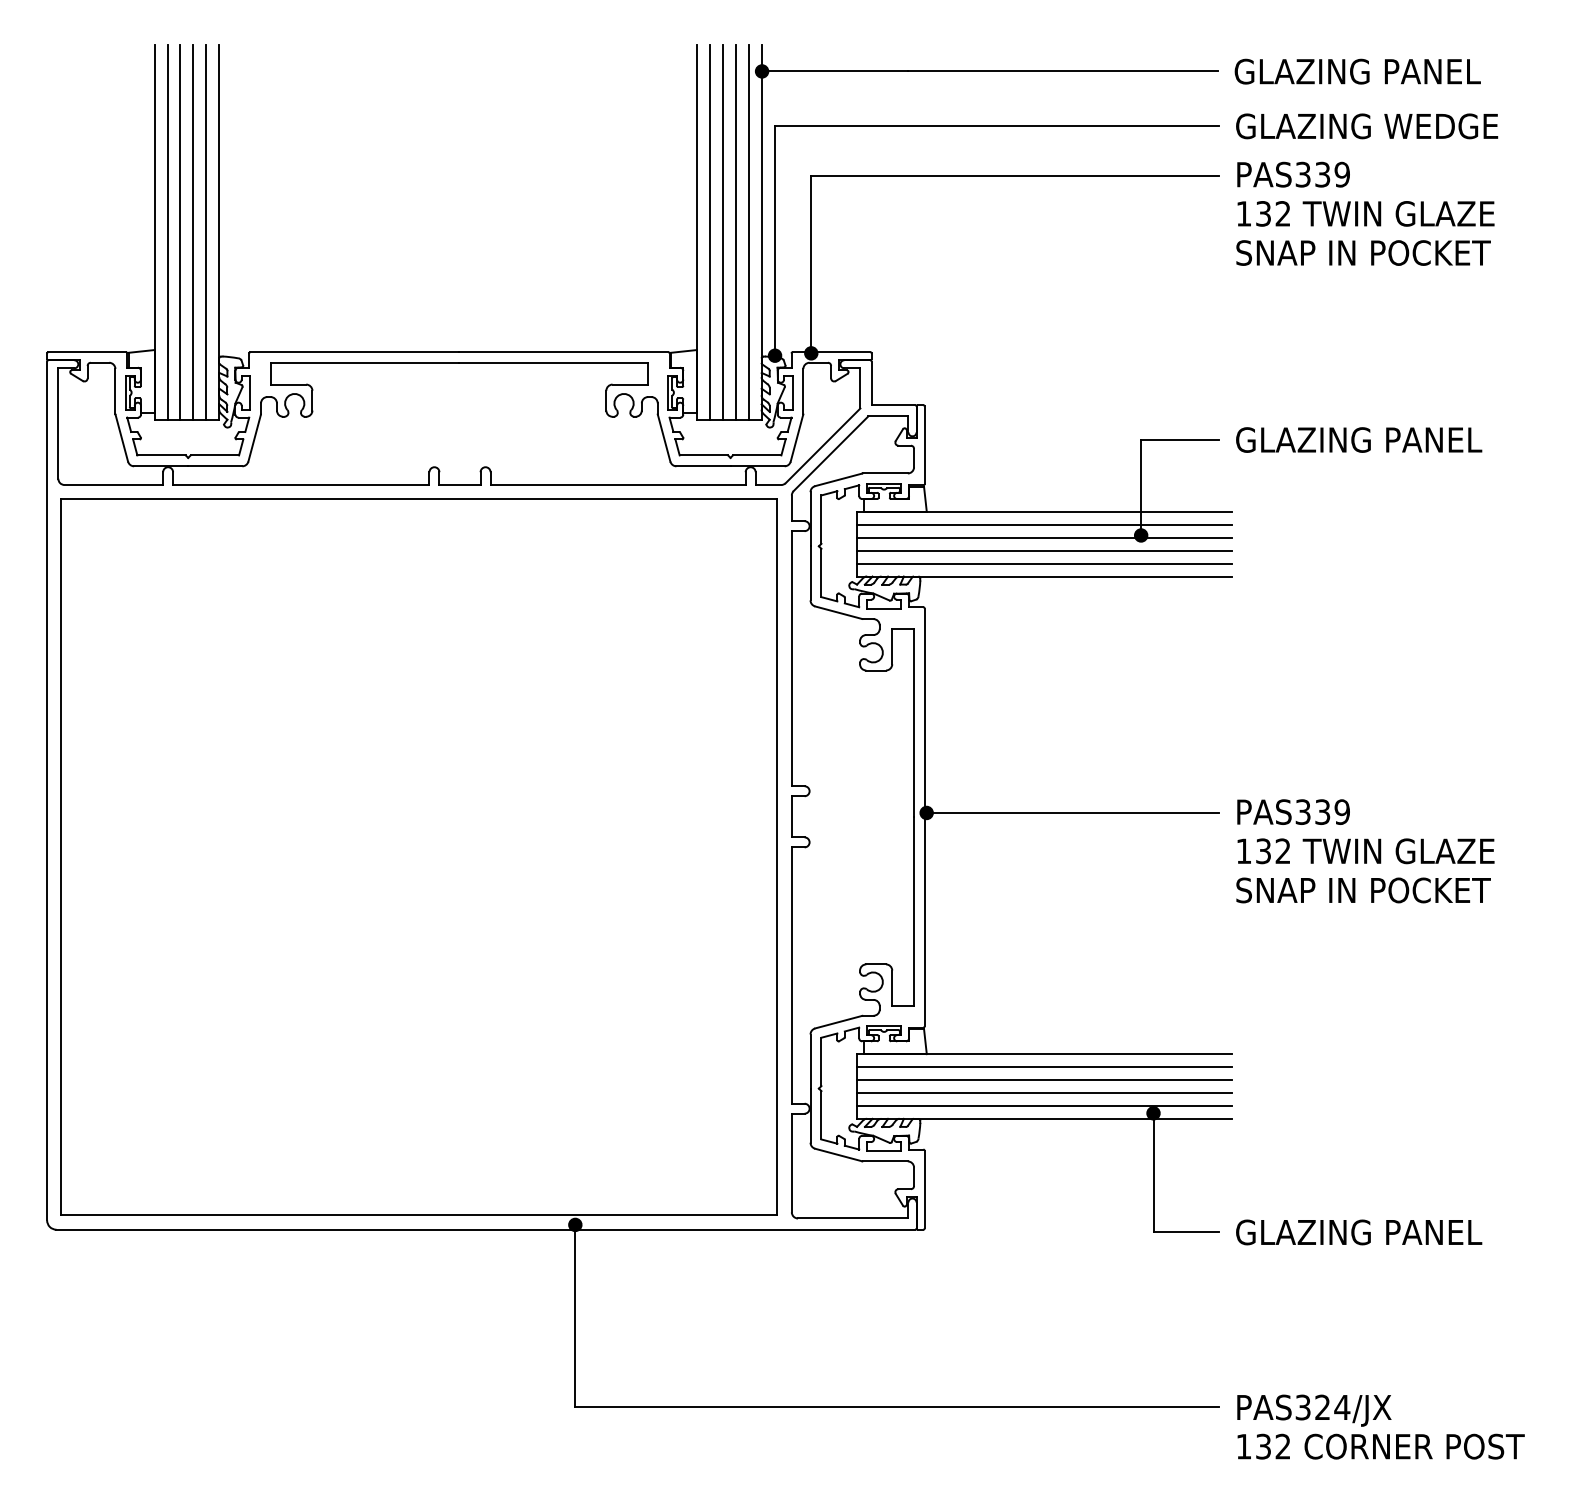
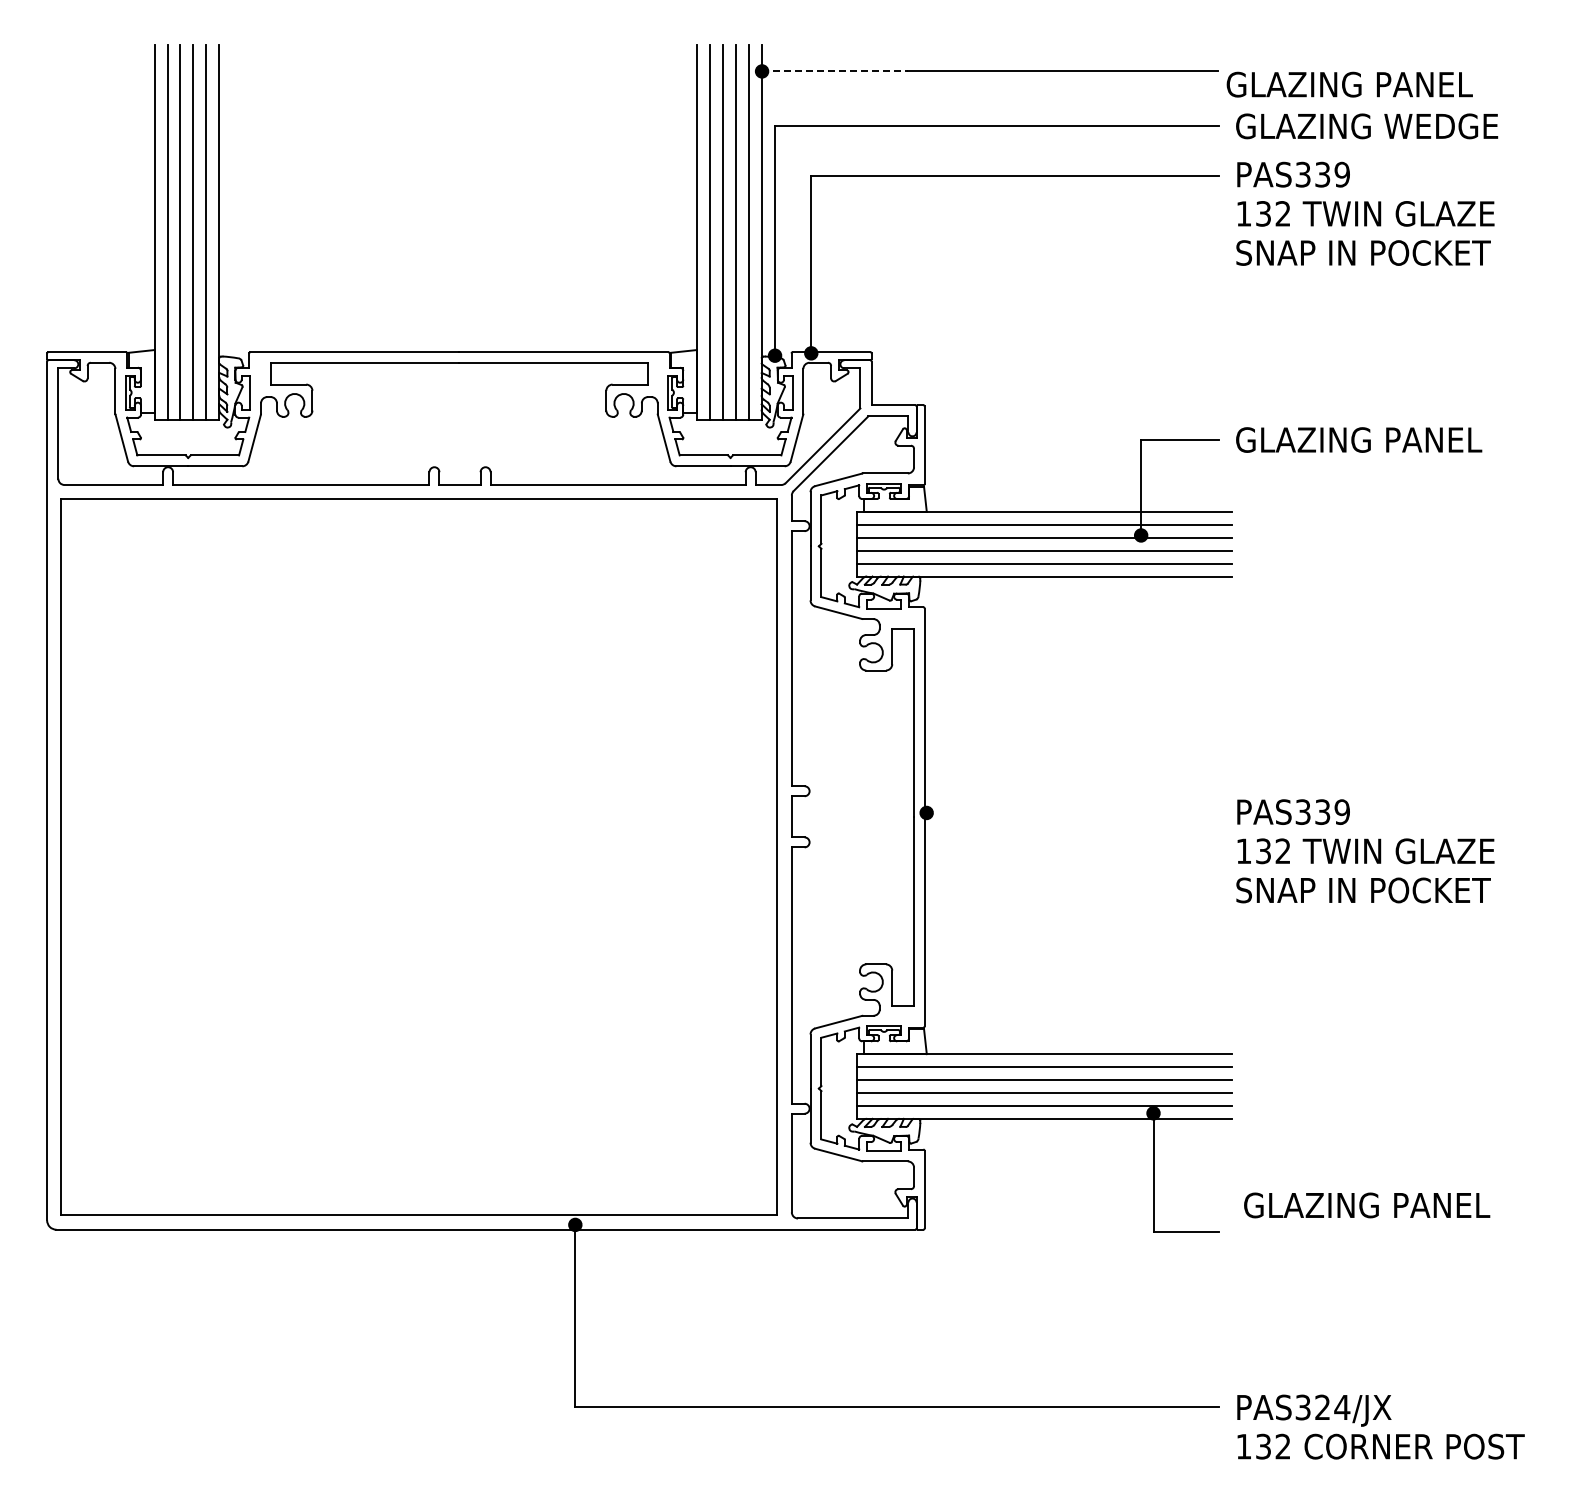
line at (835, 71): solid -> dashed
text at (1357, 71) position: (1357, 71) -> (1349, 84)
line at (1072, 812): present -> none
text at (1359, 1232) position: (1359, 1232) -> (1367, 1205)
